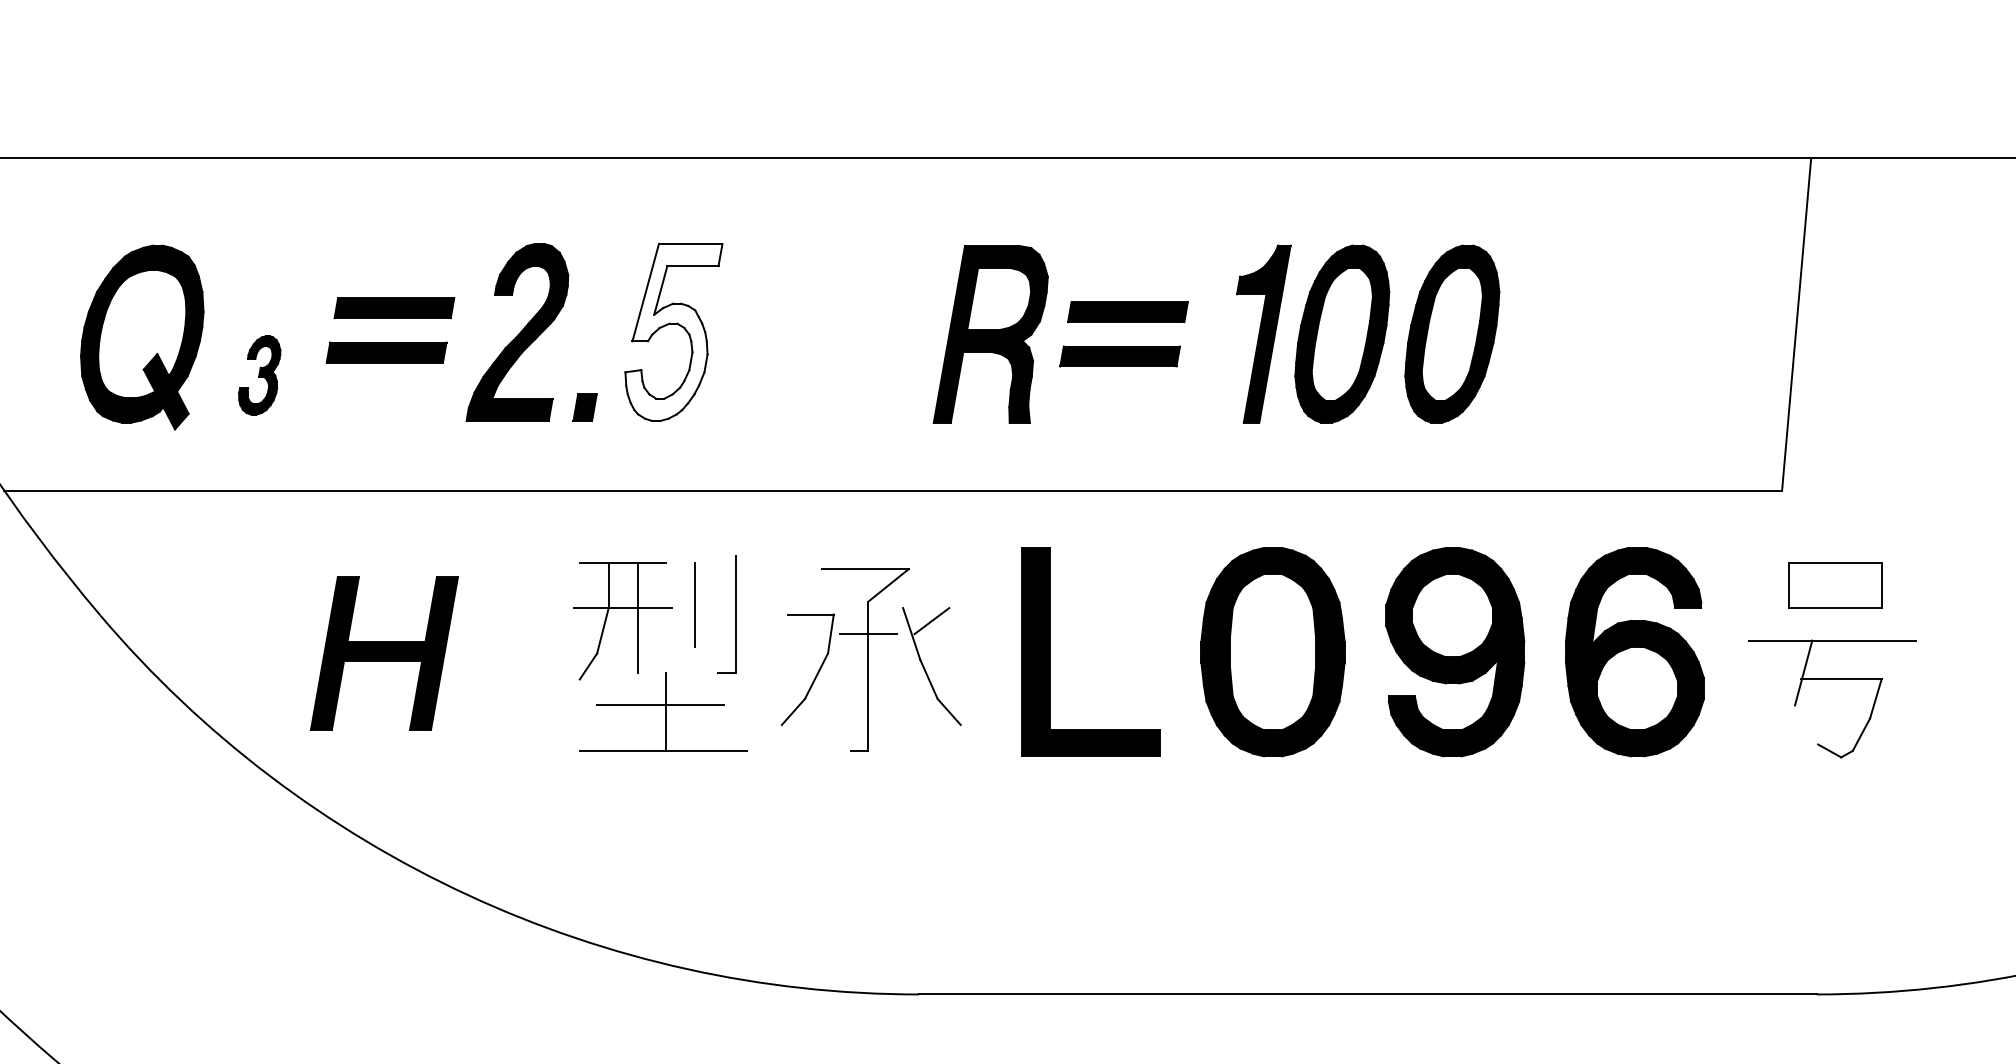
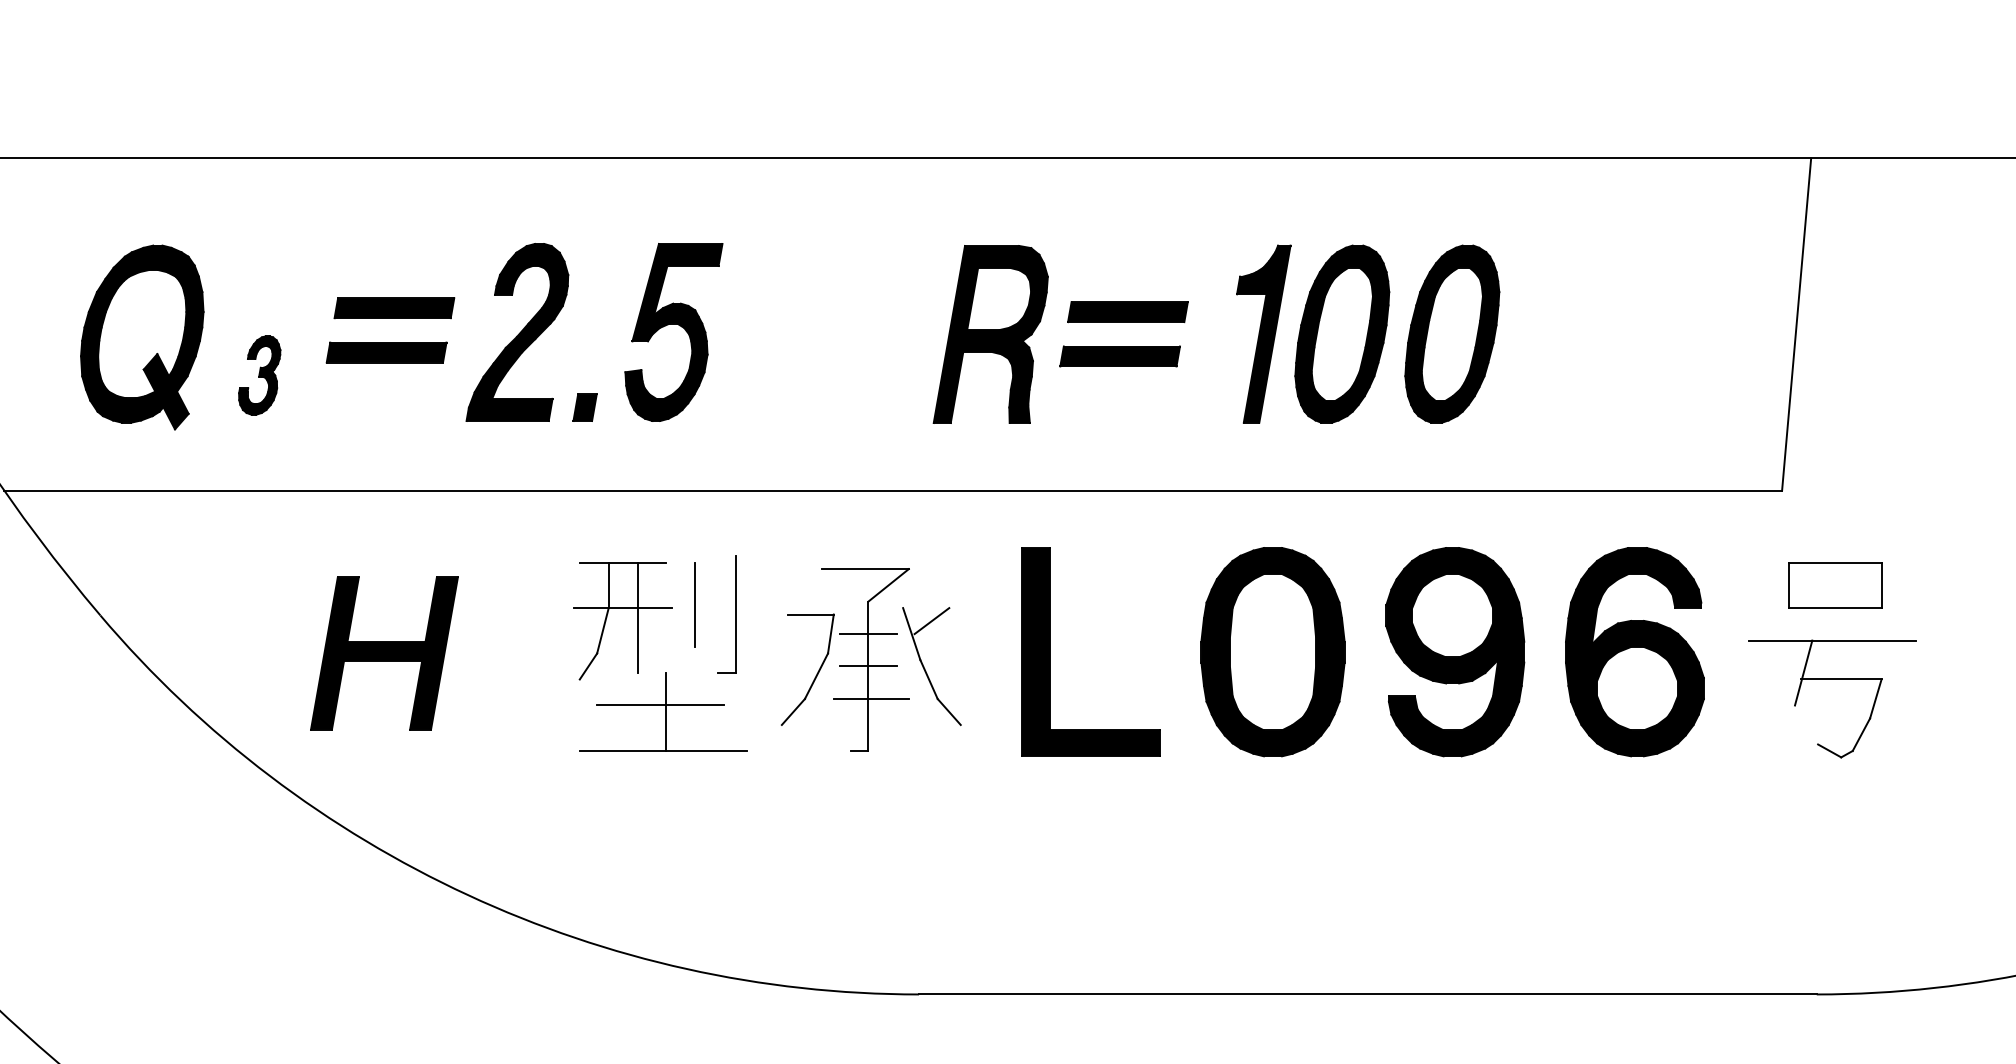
fill at (673, 332): none -> present
line at (868, 666): none -> present
line at (870, 698): none -> present
